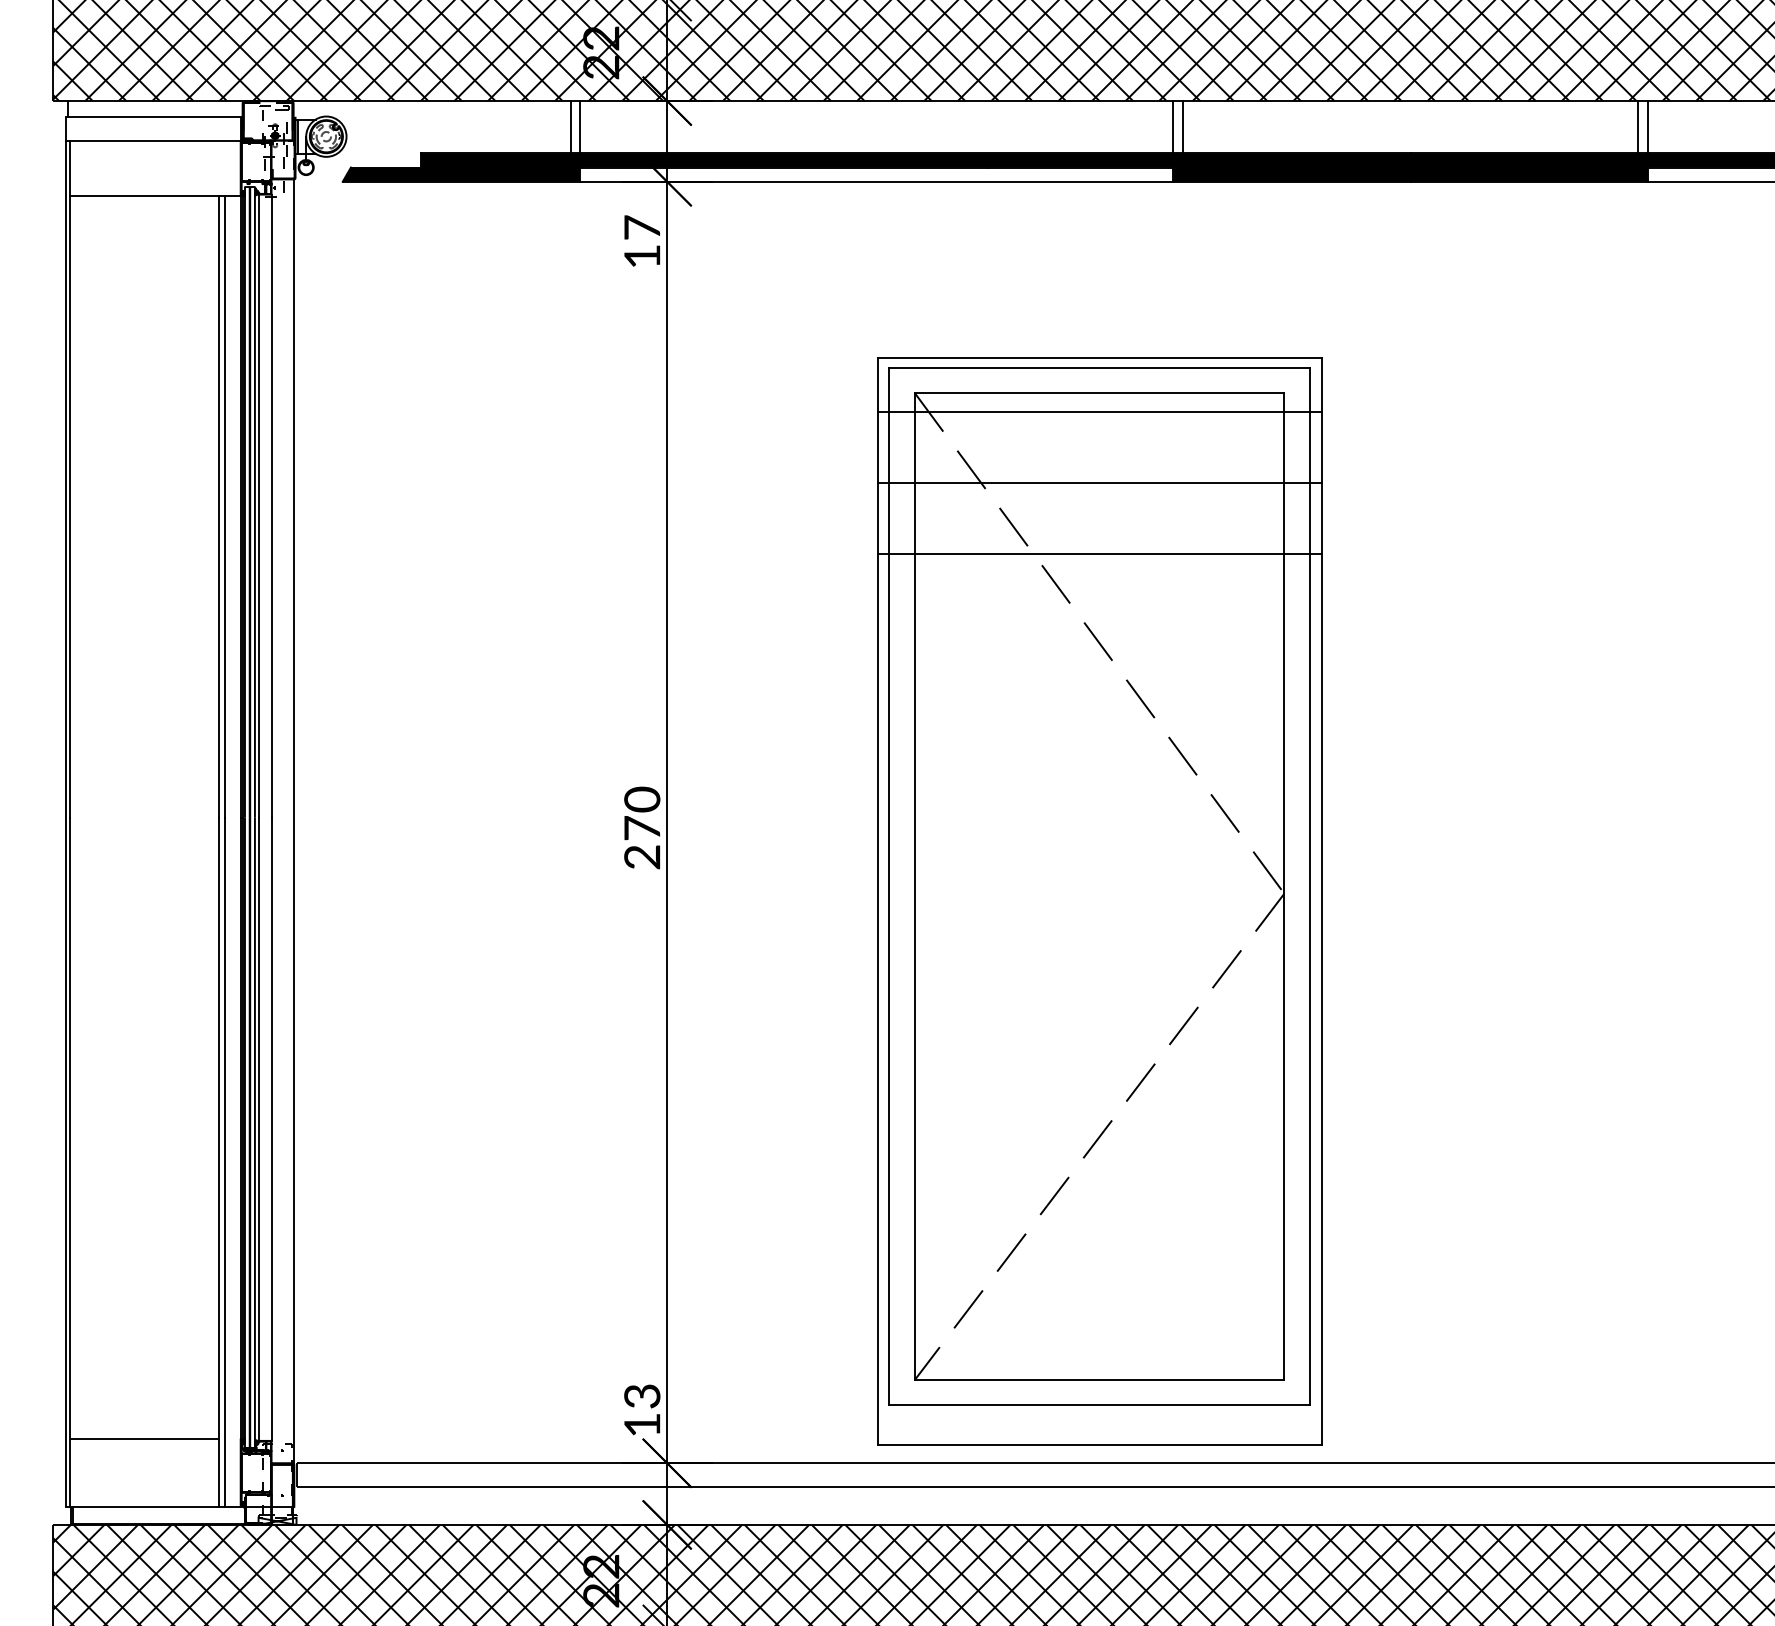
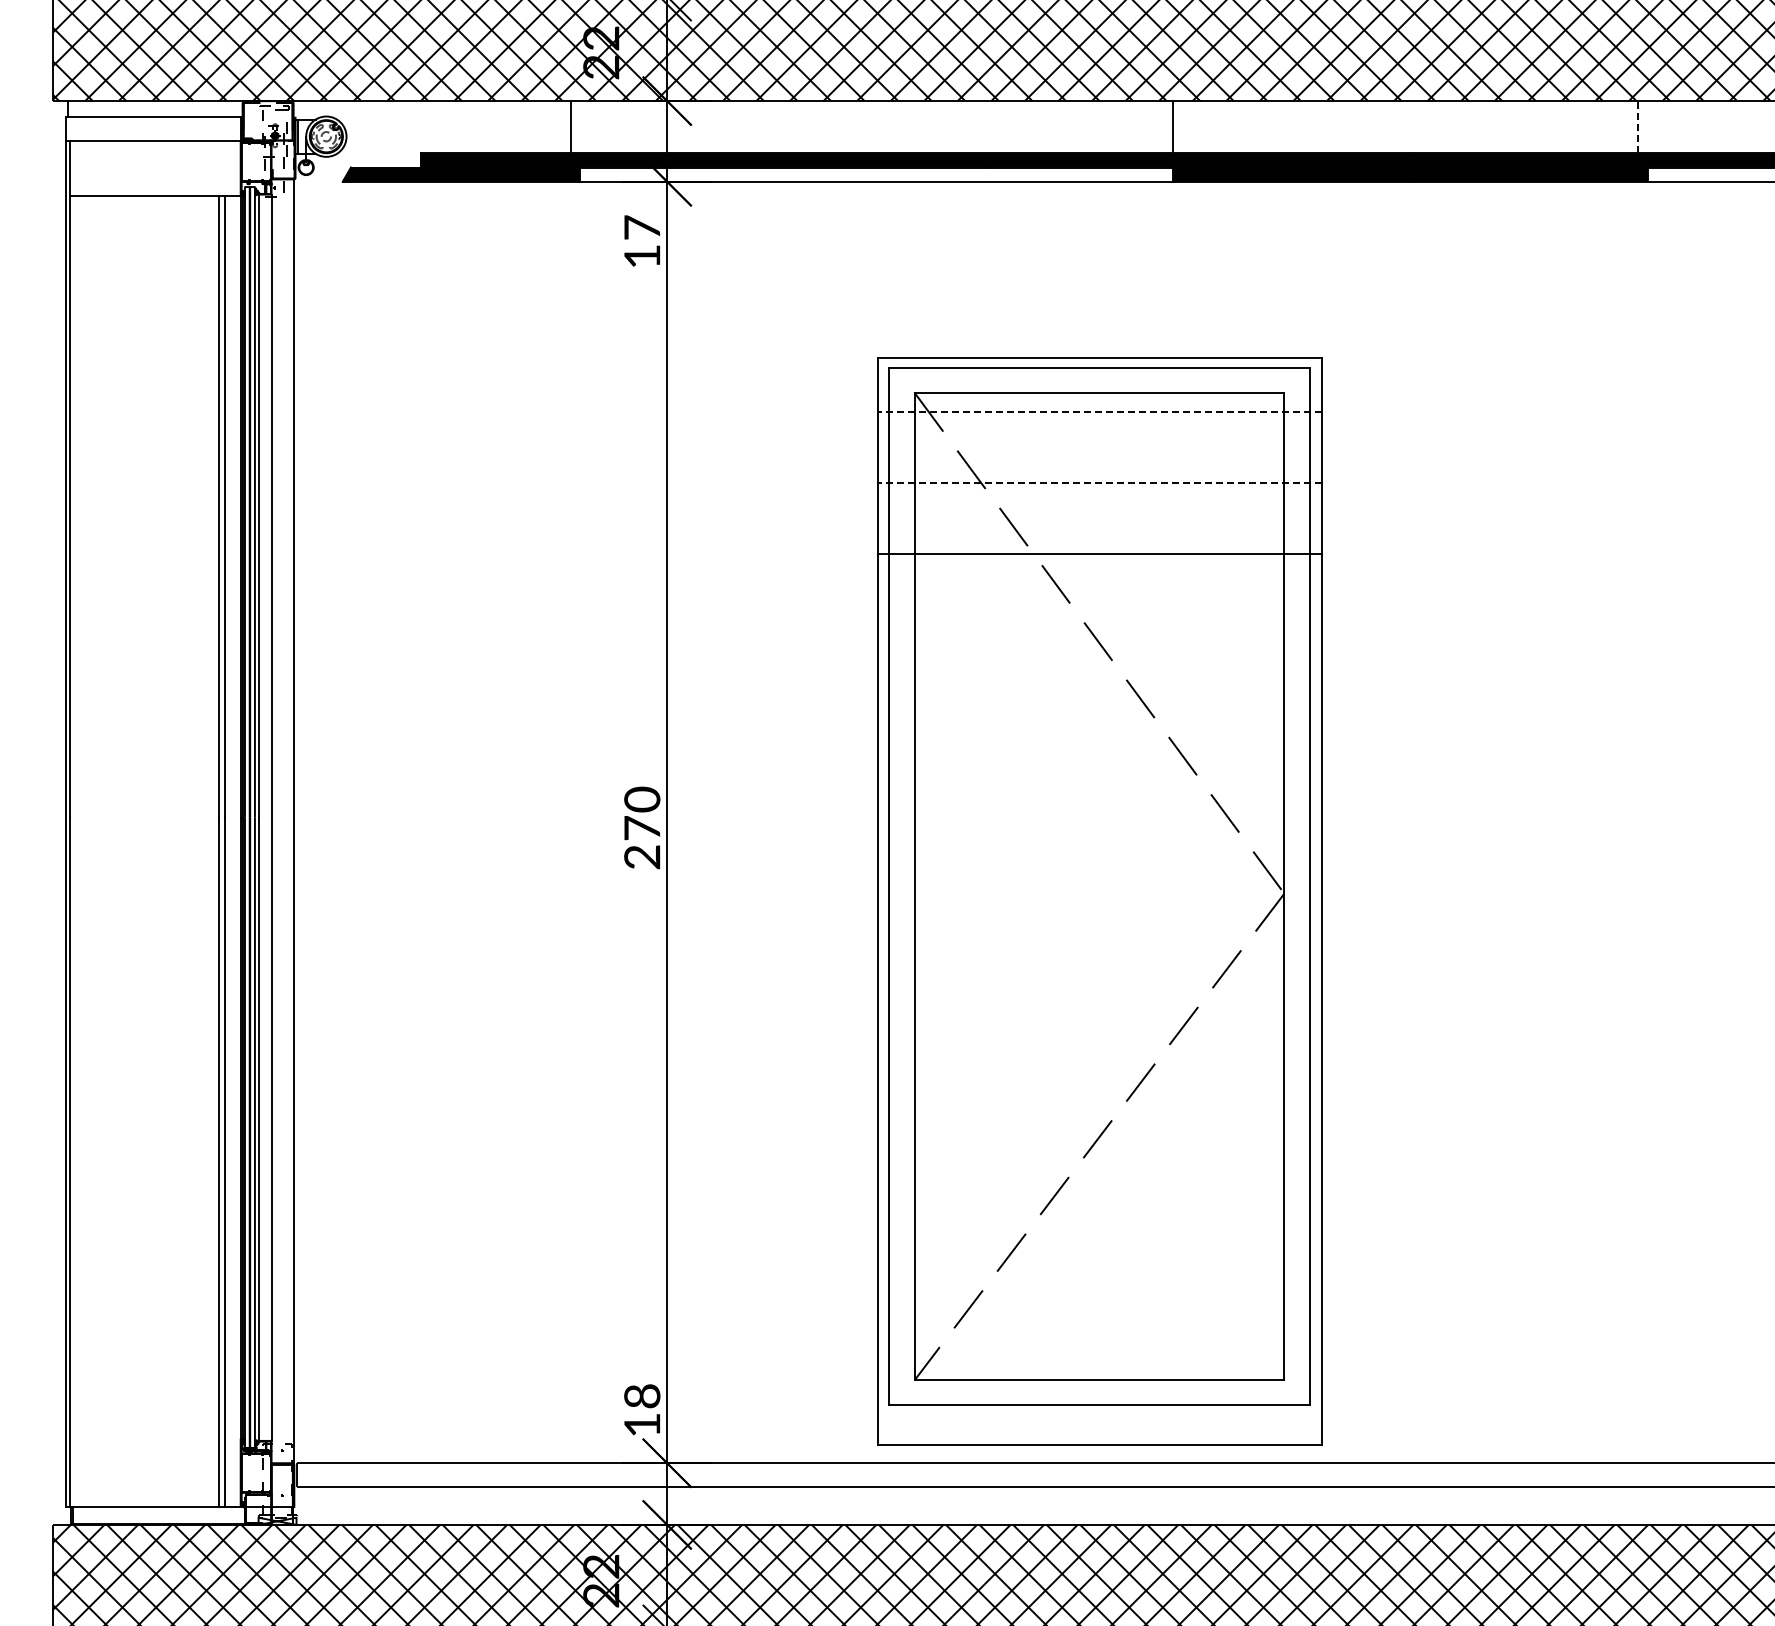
line at (1638, 126): solid -> dashed
line at (580, 127): present -> none
line at (1182, 127): present -> none
line at (1647, 127): present -> none
line at (1099, 411): solid -> dashed
line at (1099, 483): solid -> dashed
text at (642, 1396): 13 -> 18
line at (144, 1439): present -> none
